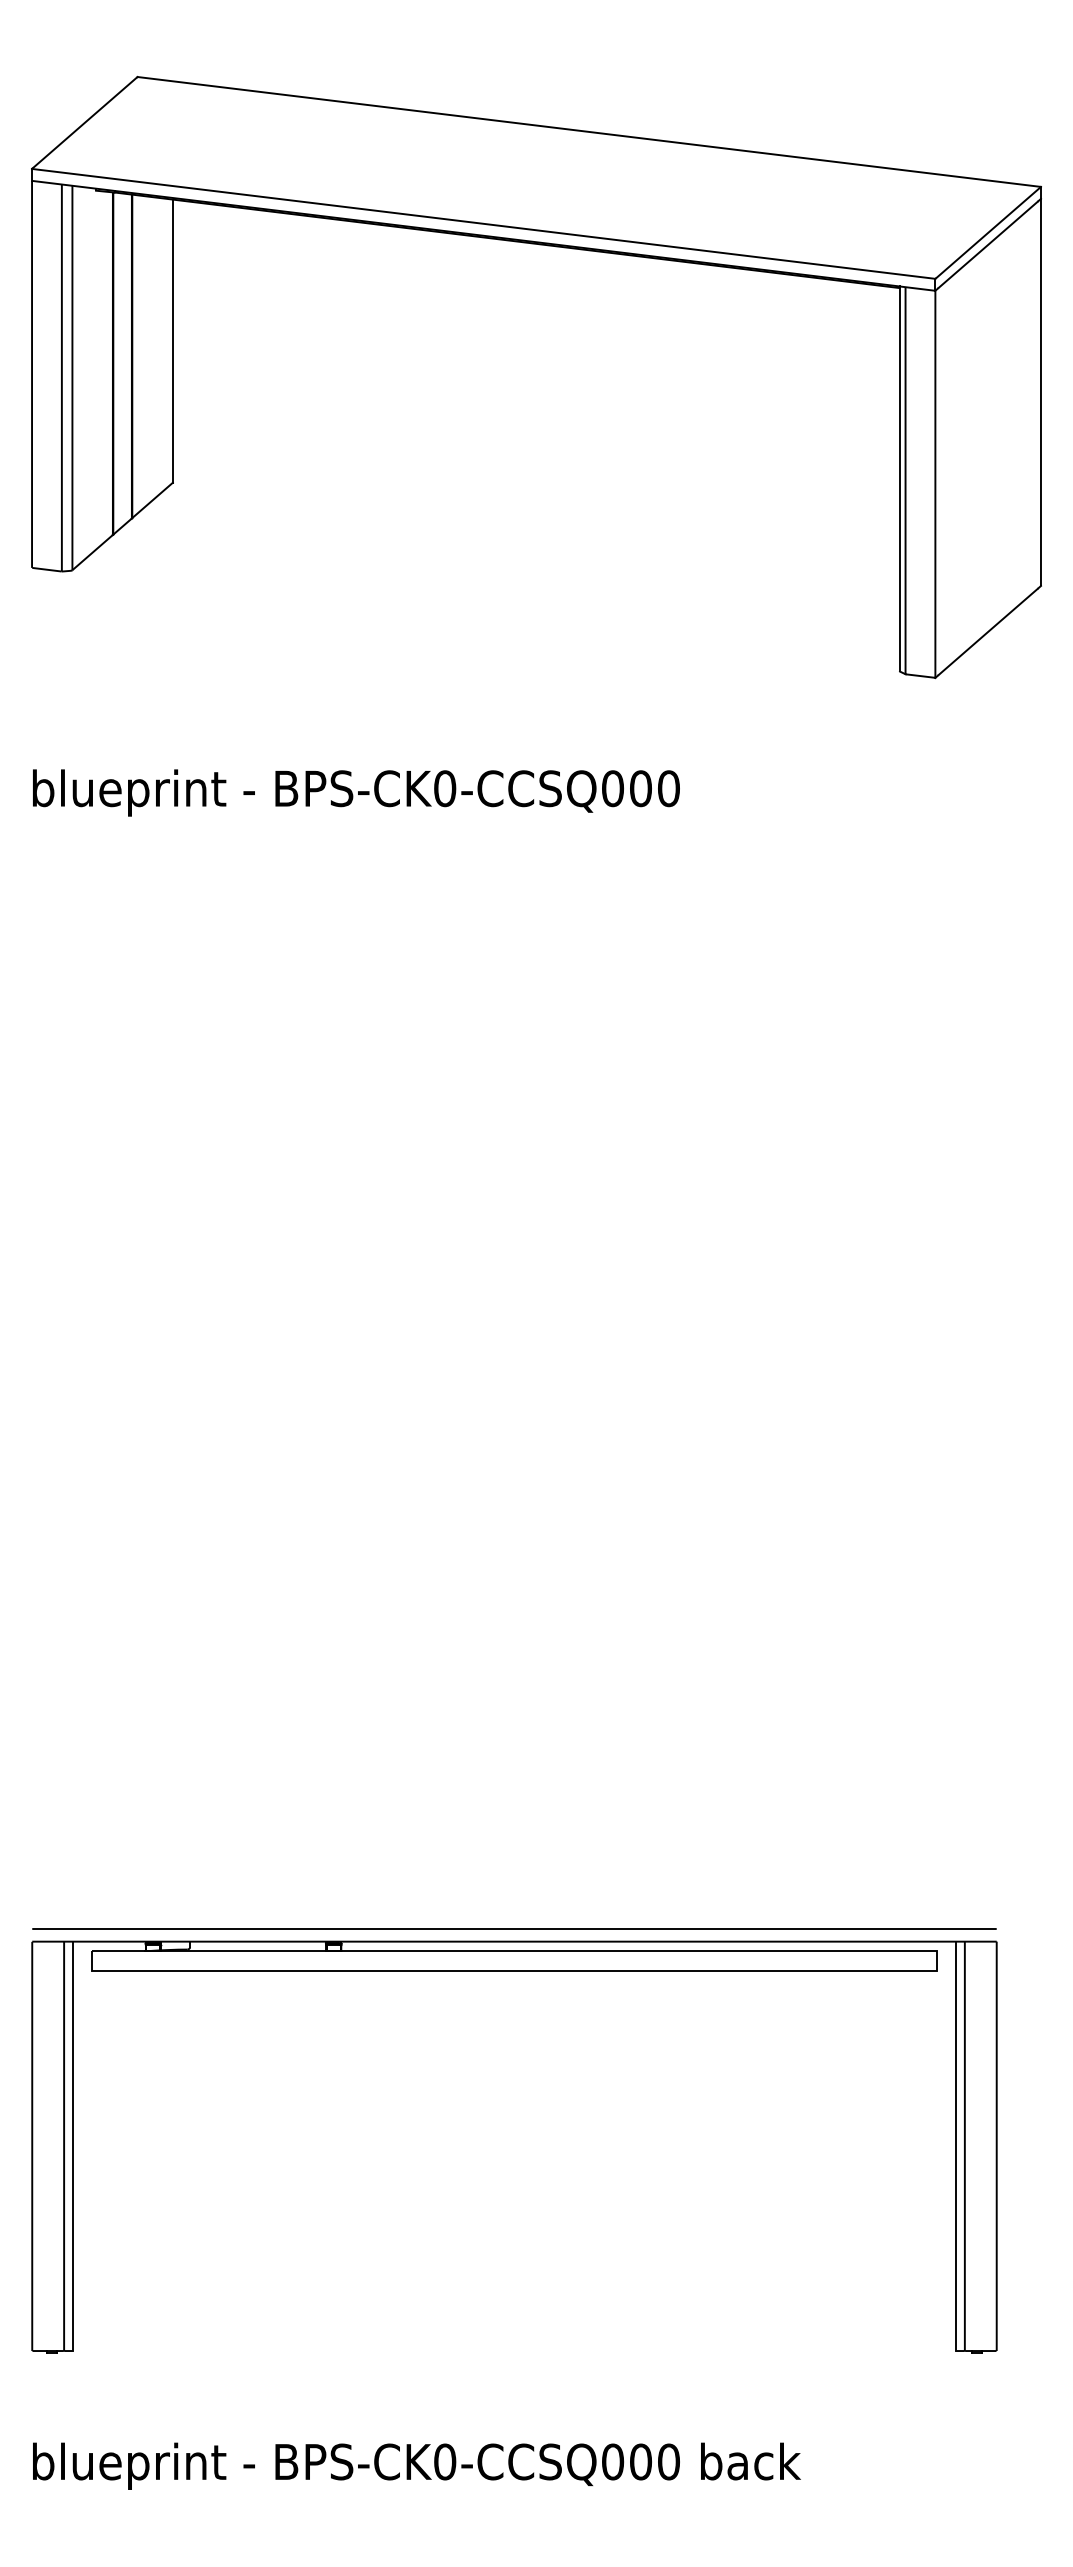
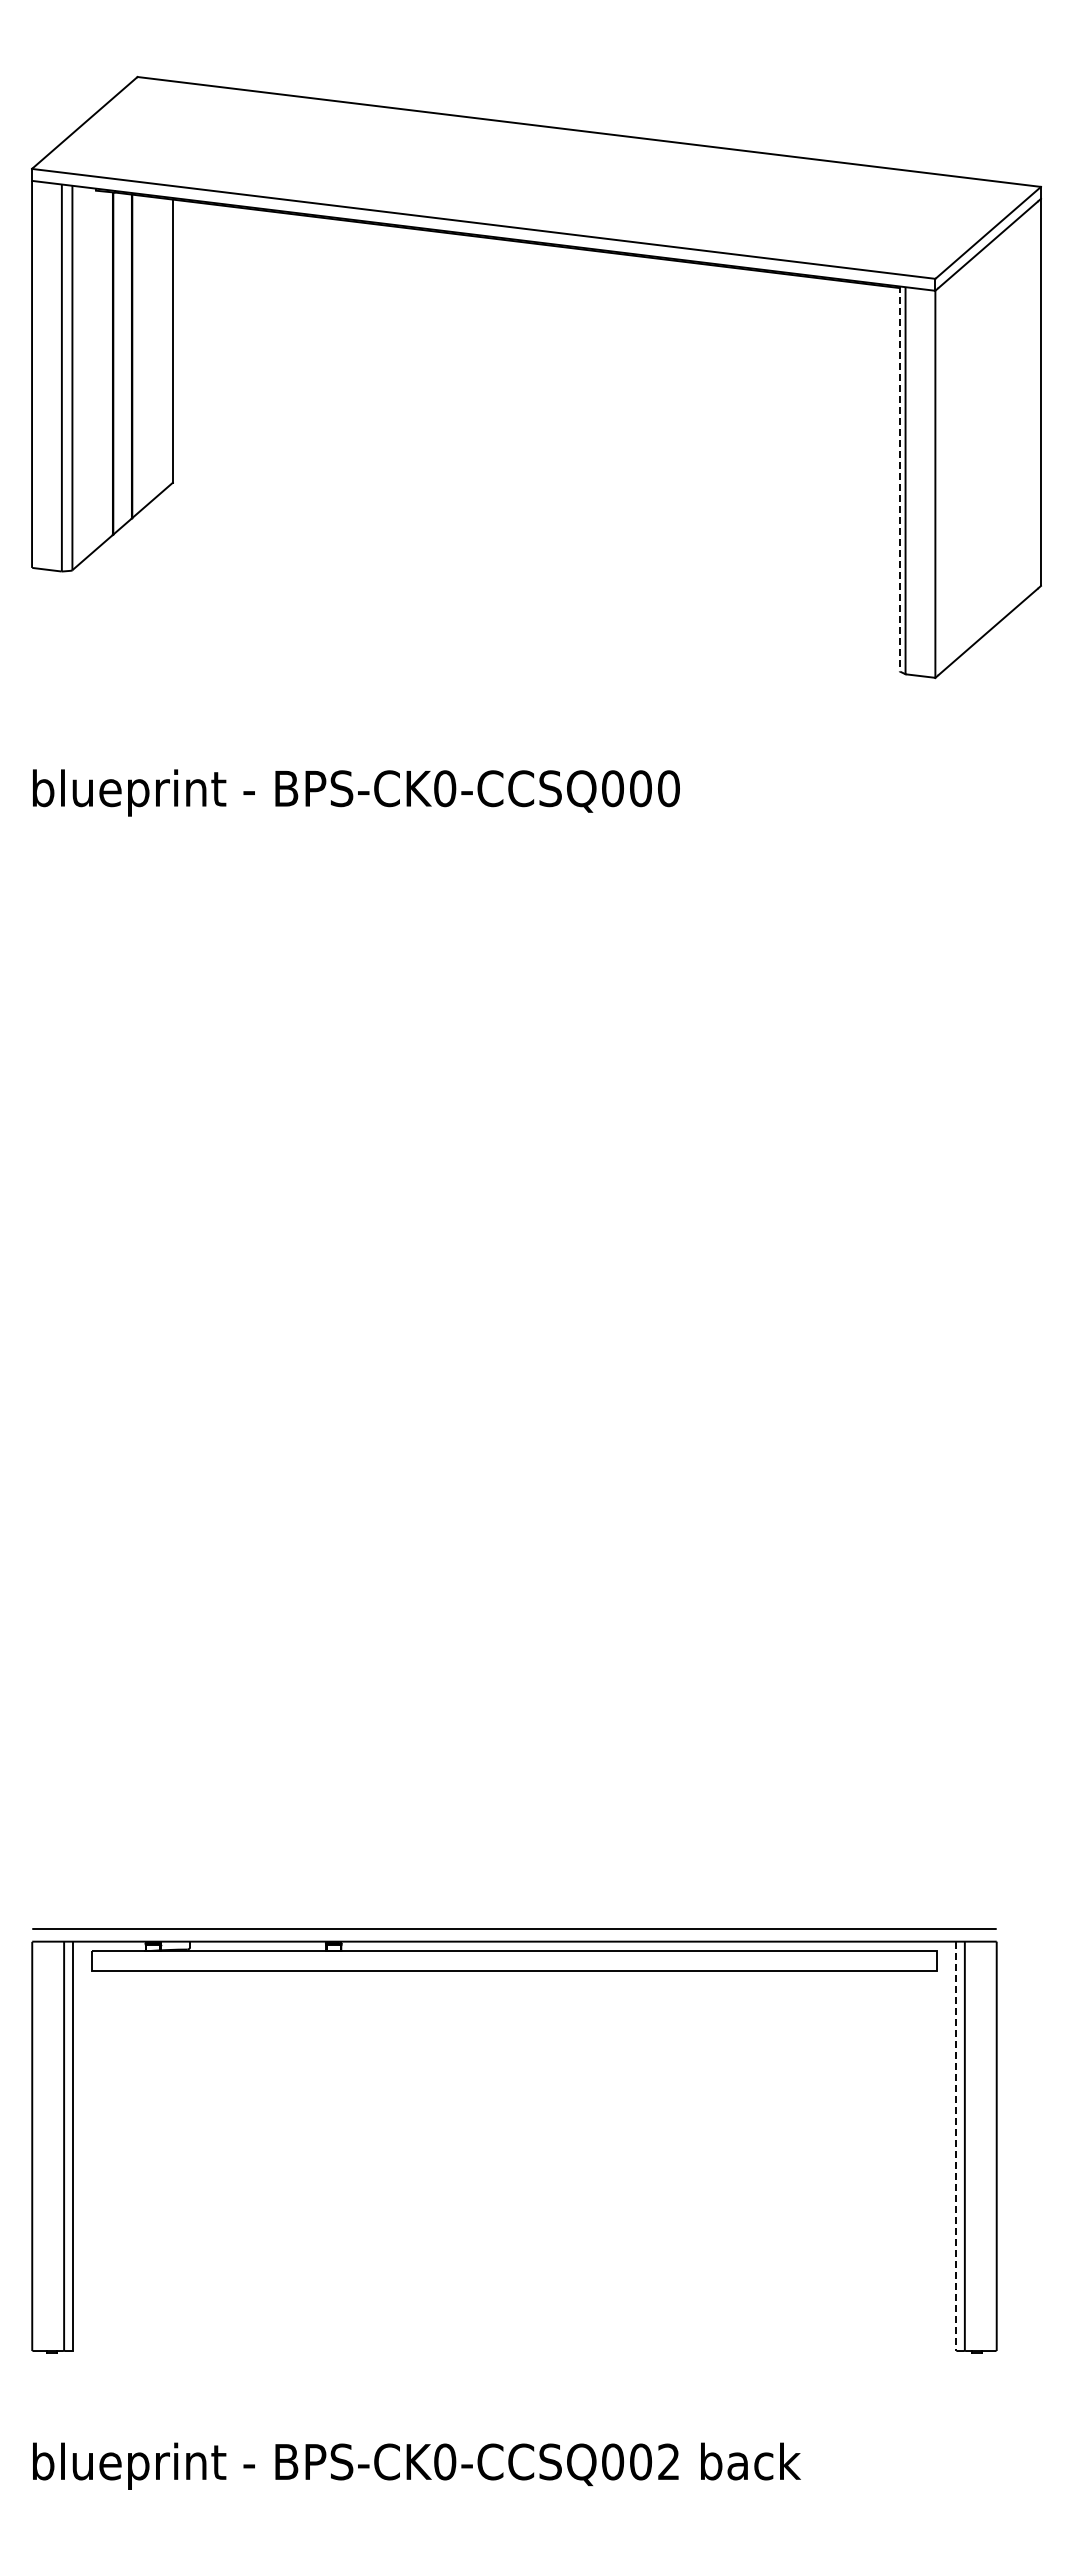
line at (899, 479): solid -> dashed
line at (956, 2146): solid -> dashed
text at (668, 2461): BPS-CK0-CCSQ000 -> BPS-CK0-CCSQ002
